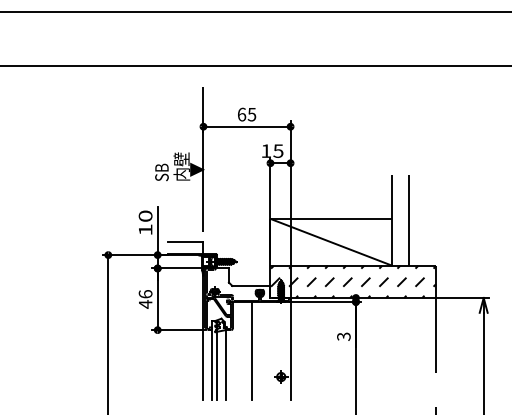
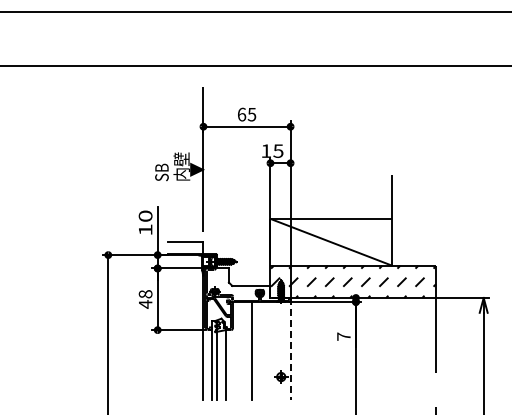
line at (409, 219): present -> none
text at (145, 294): 46 -> 48
text at (343, 336): 3 -> 7
line at (290, 348): solid -> dashed
